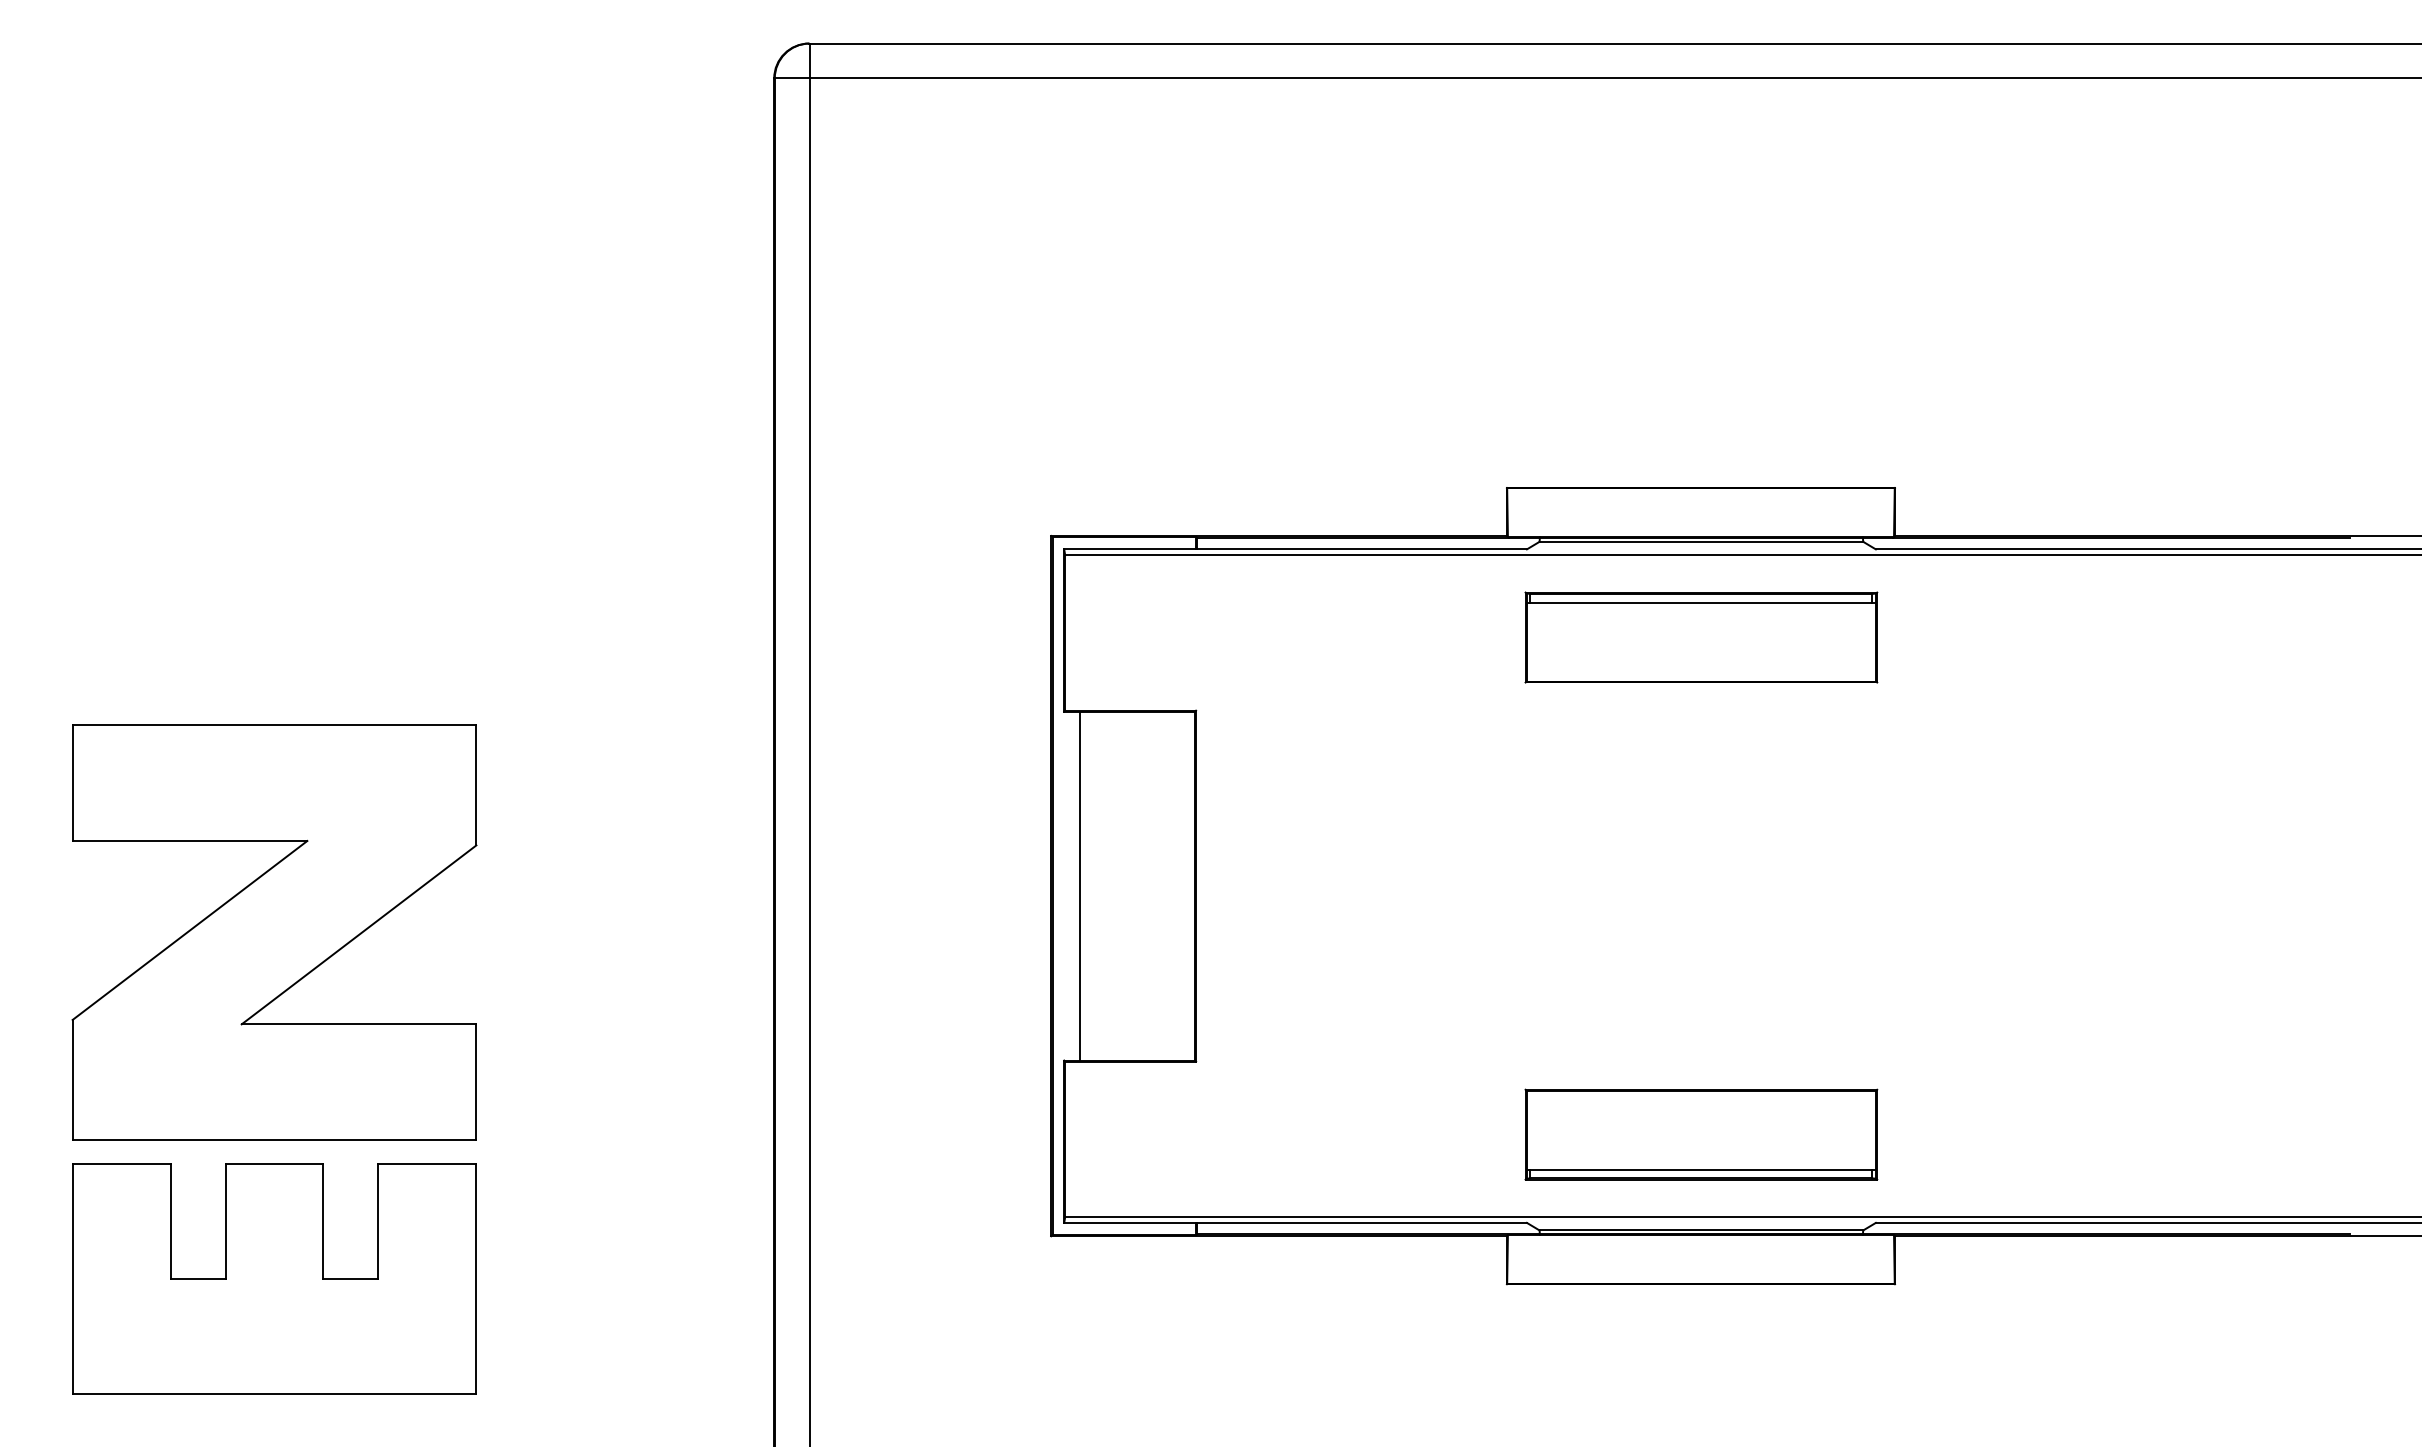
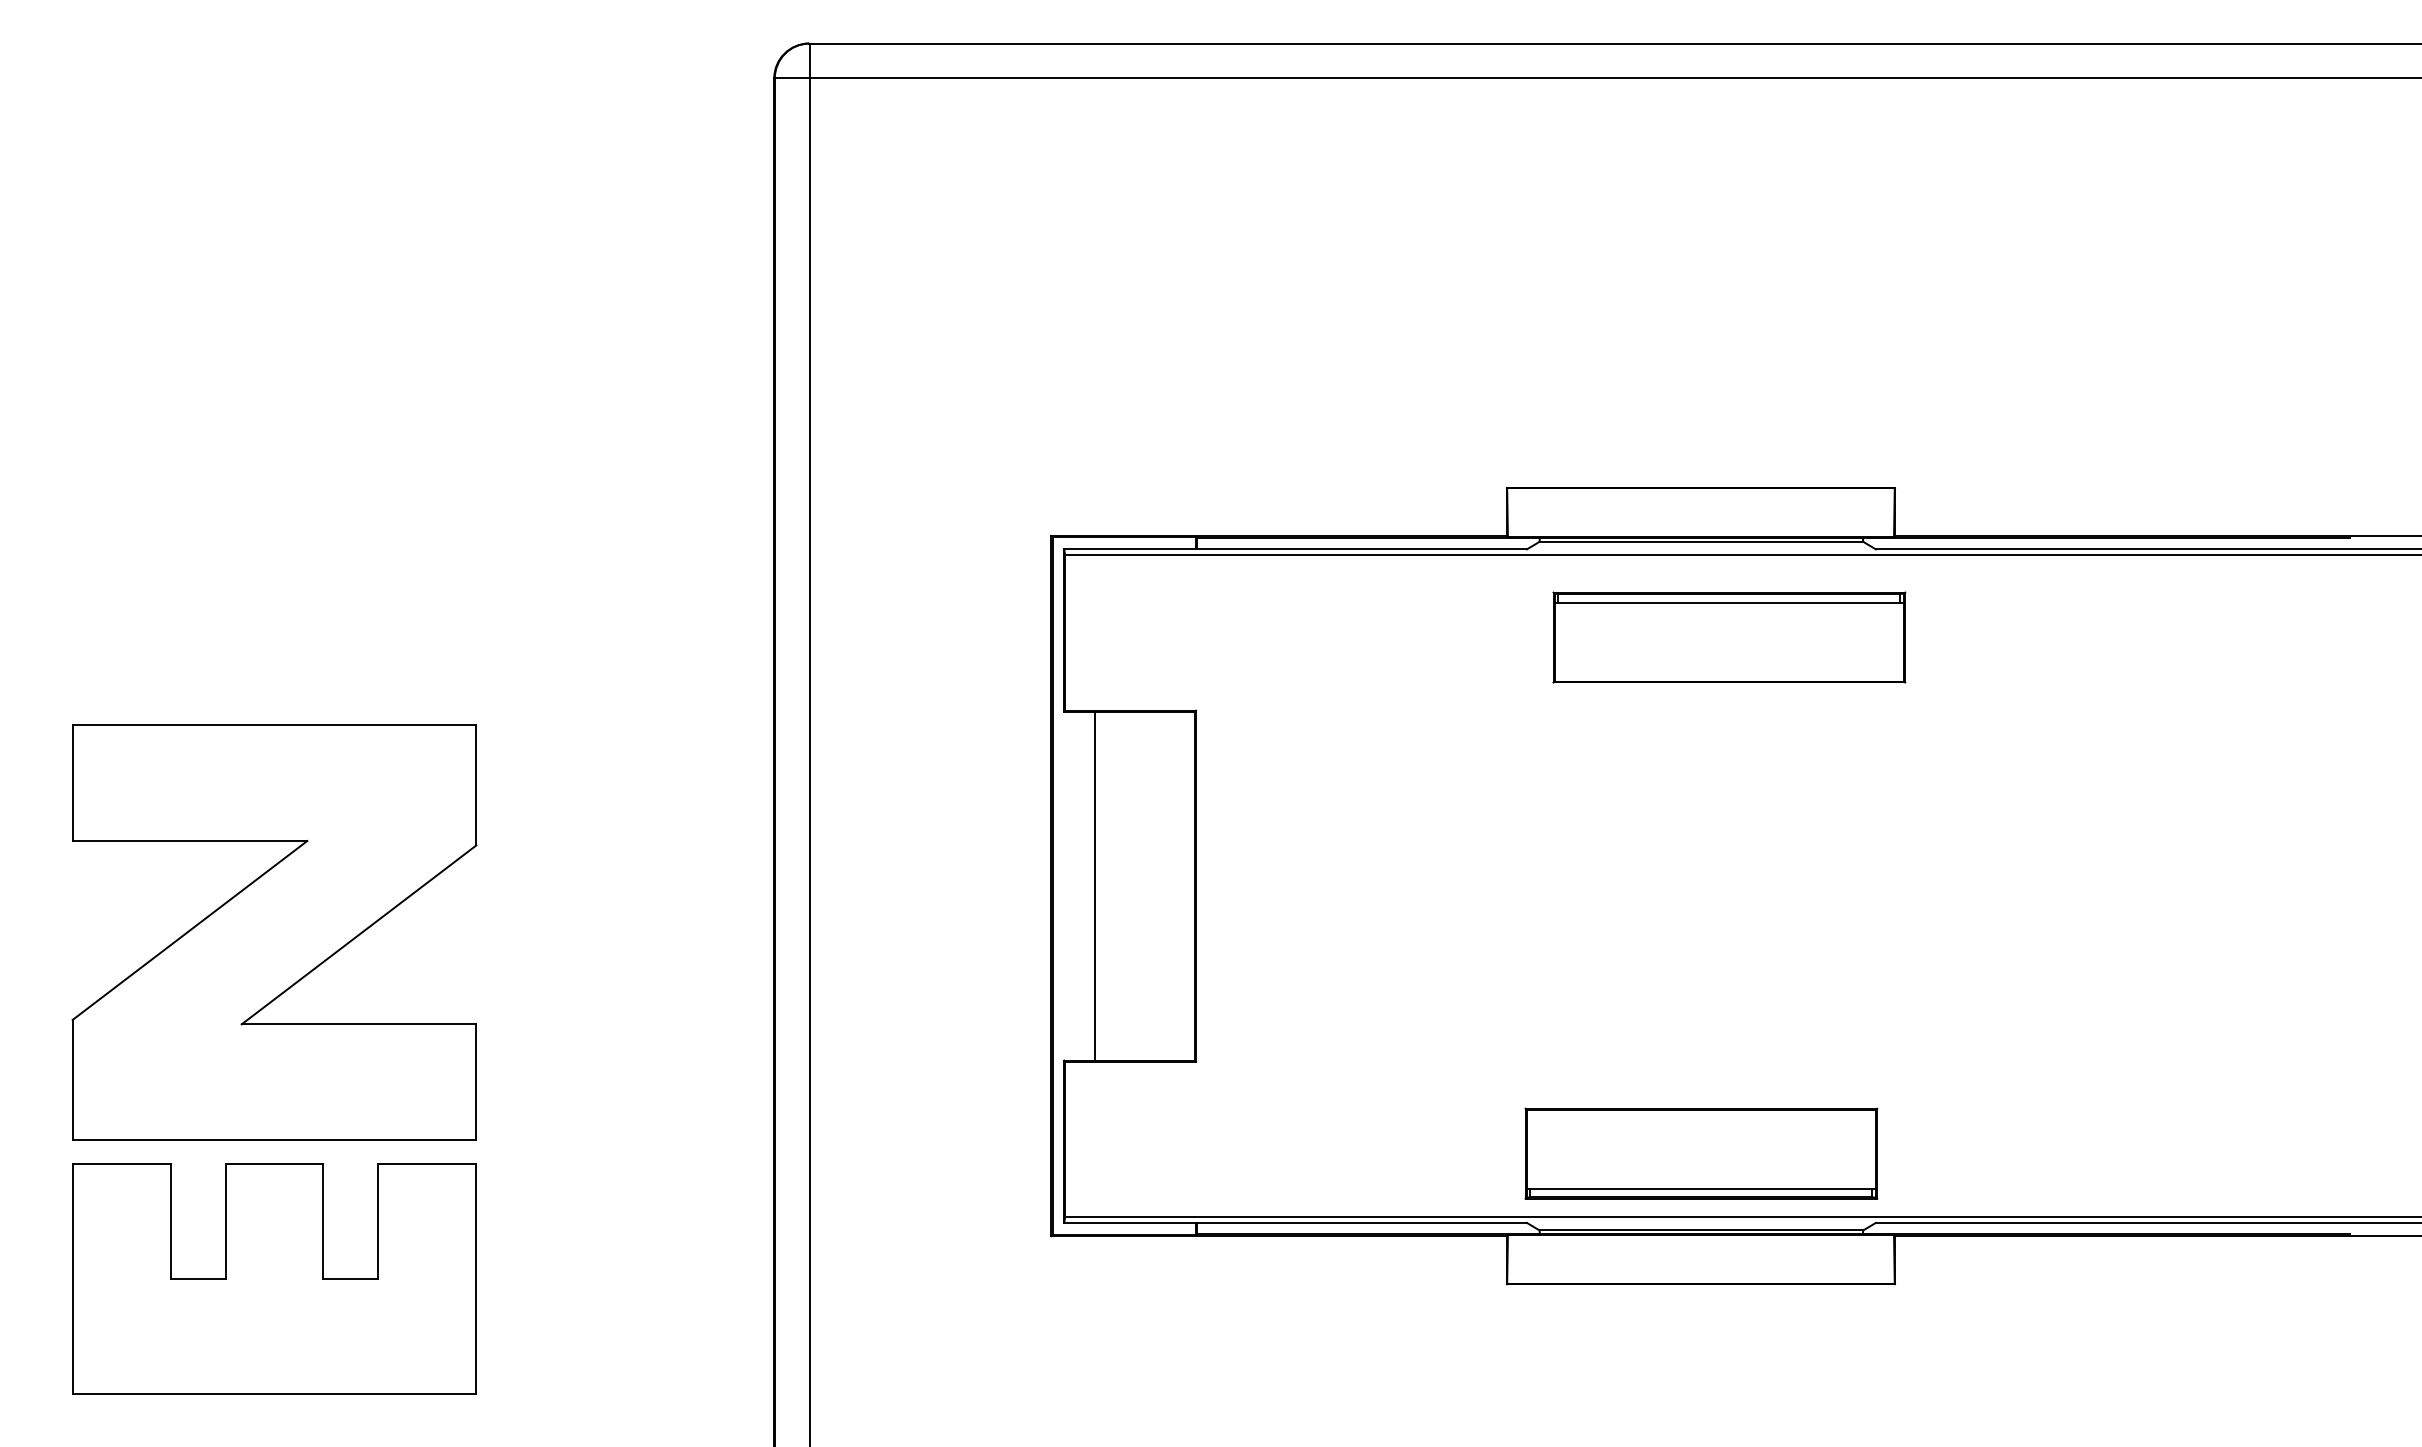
part at (1701, 637) position: (1701, 637) -> (1729, 637)
line at (1079, 885) position: (1079, 885) -> (1094, 885)
part at (1701, 1134) position: (1701, 1134) -> (1701, 1153)
